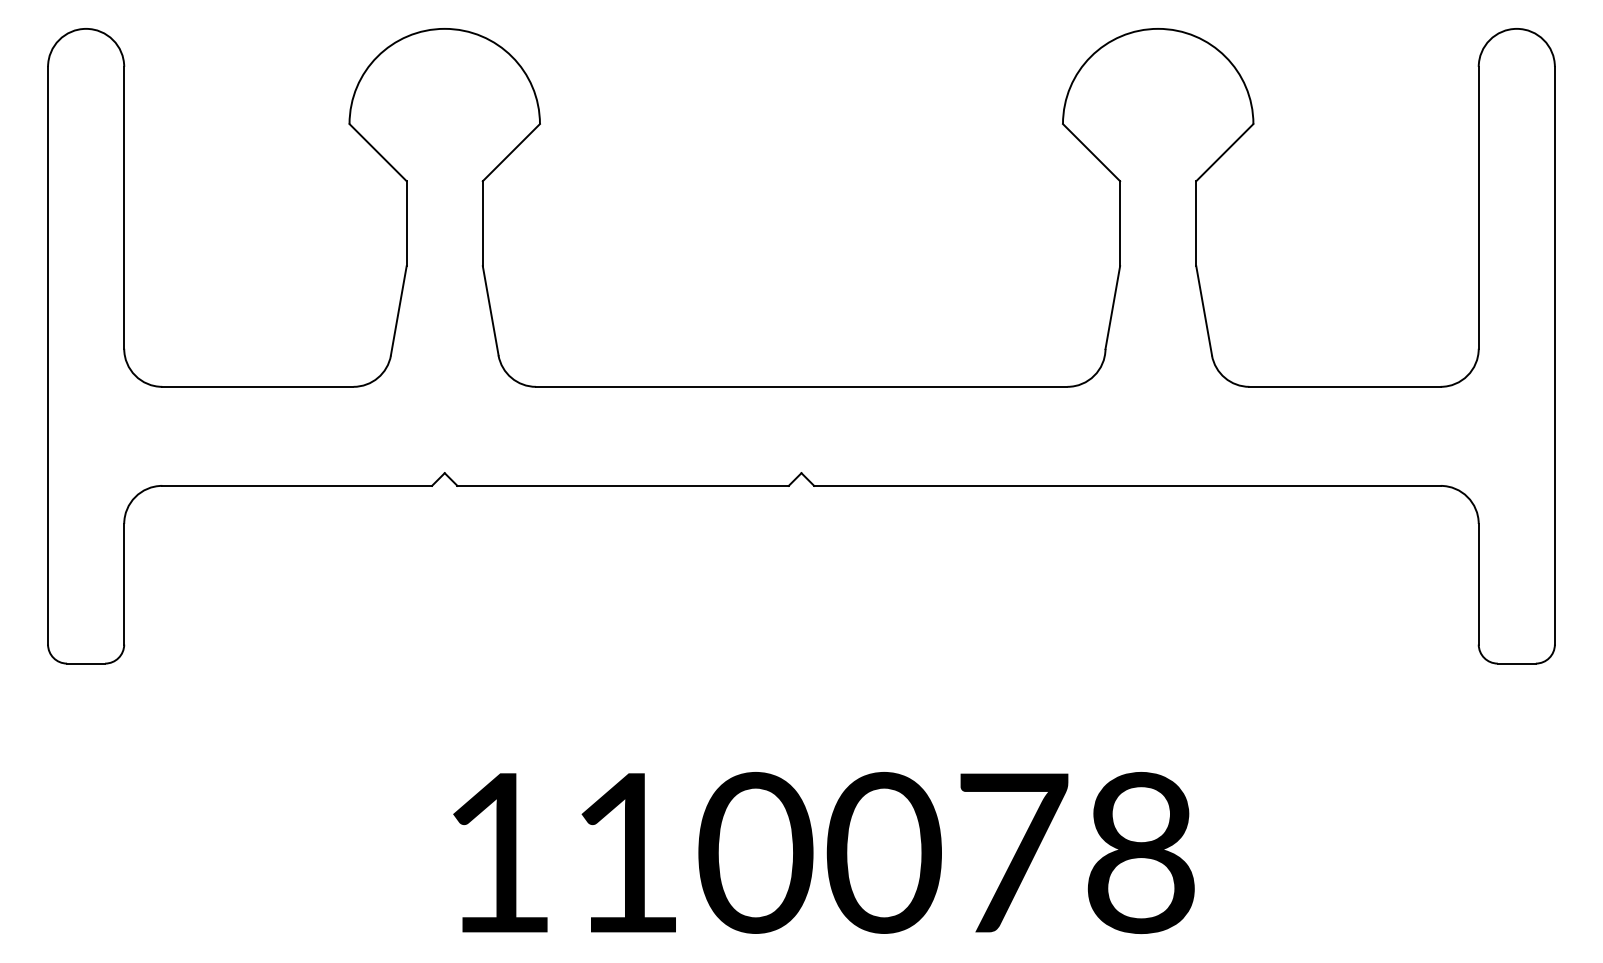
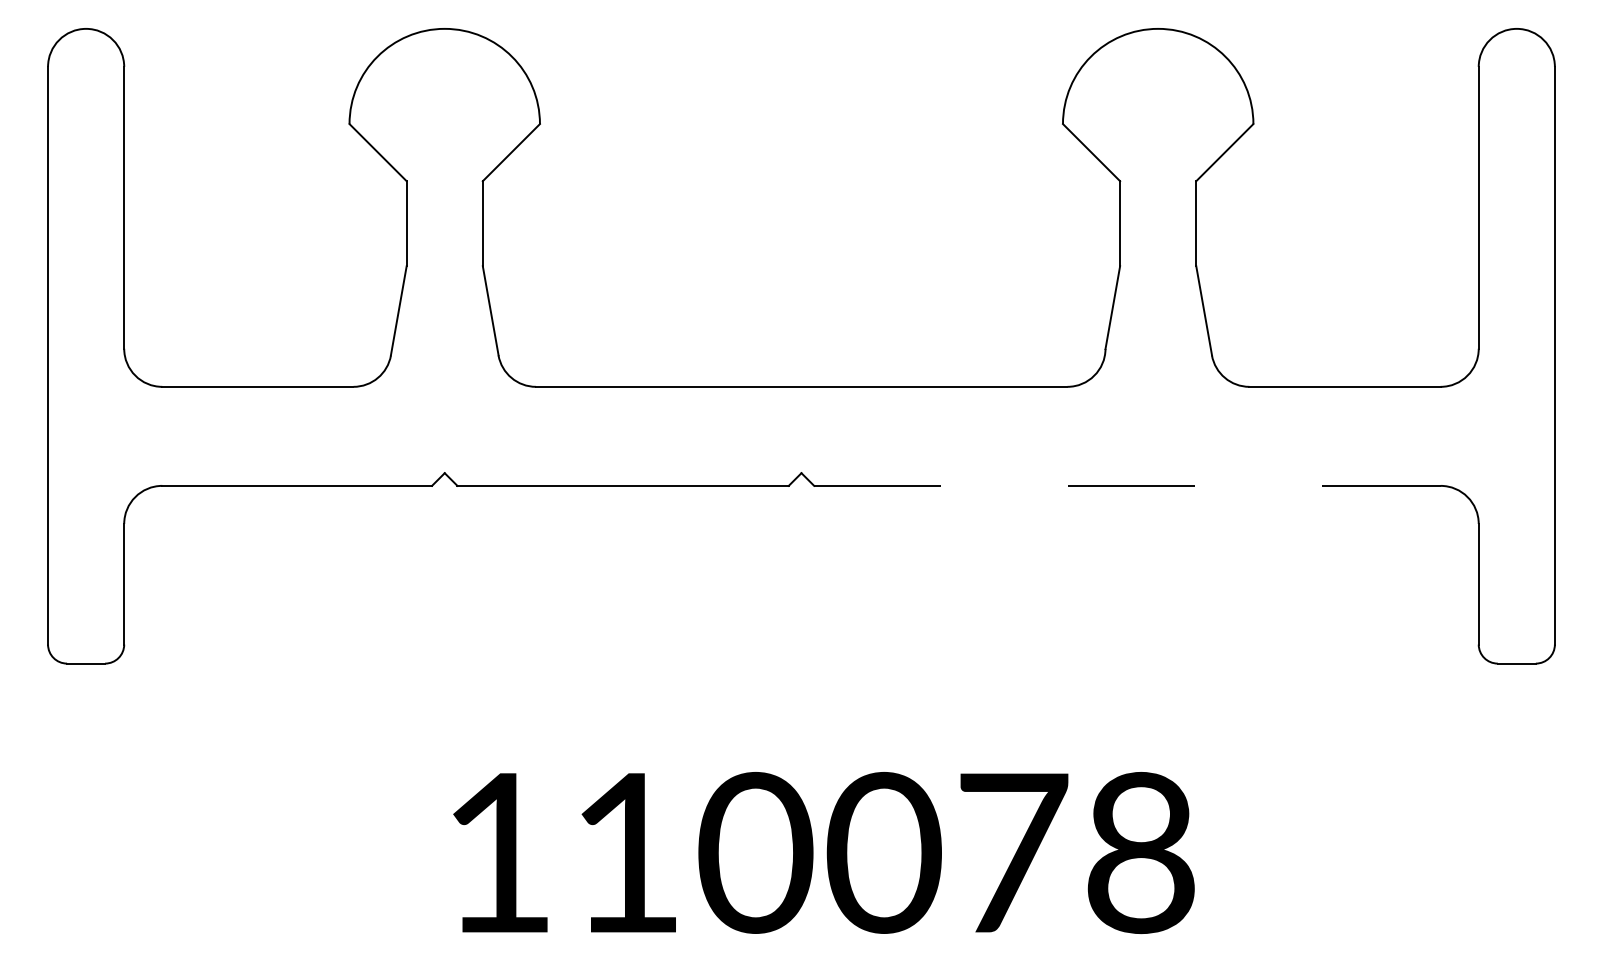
line at (1127, 485): solid -> dashed
